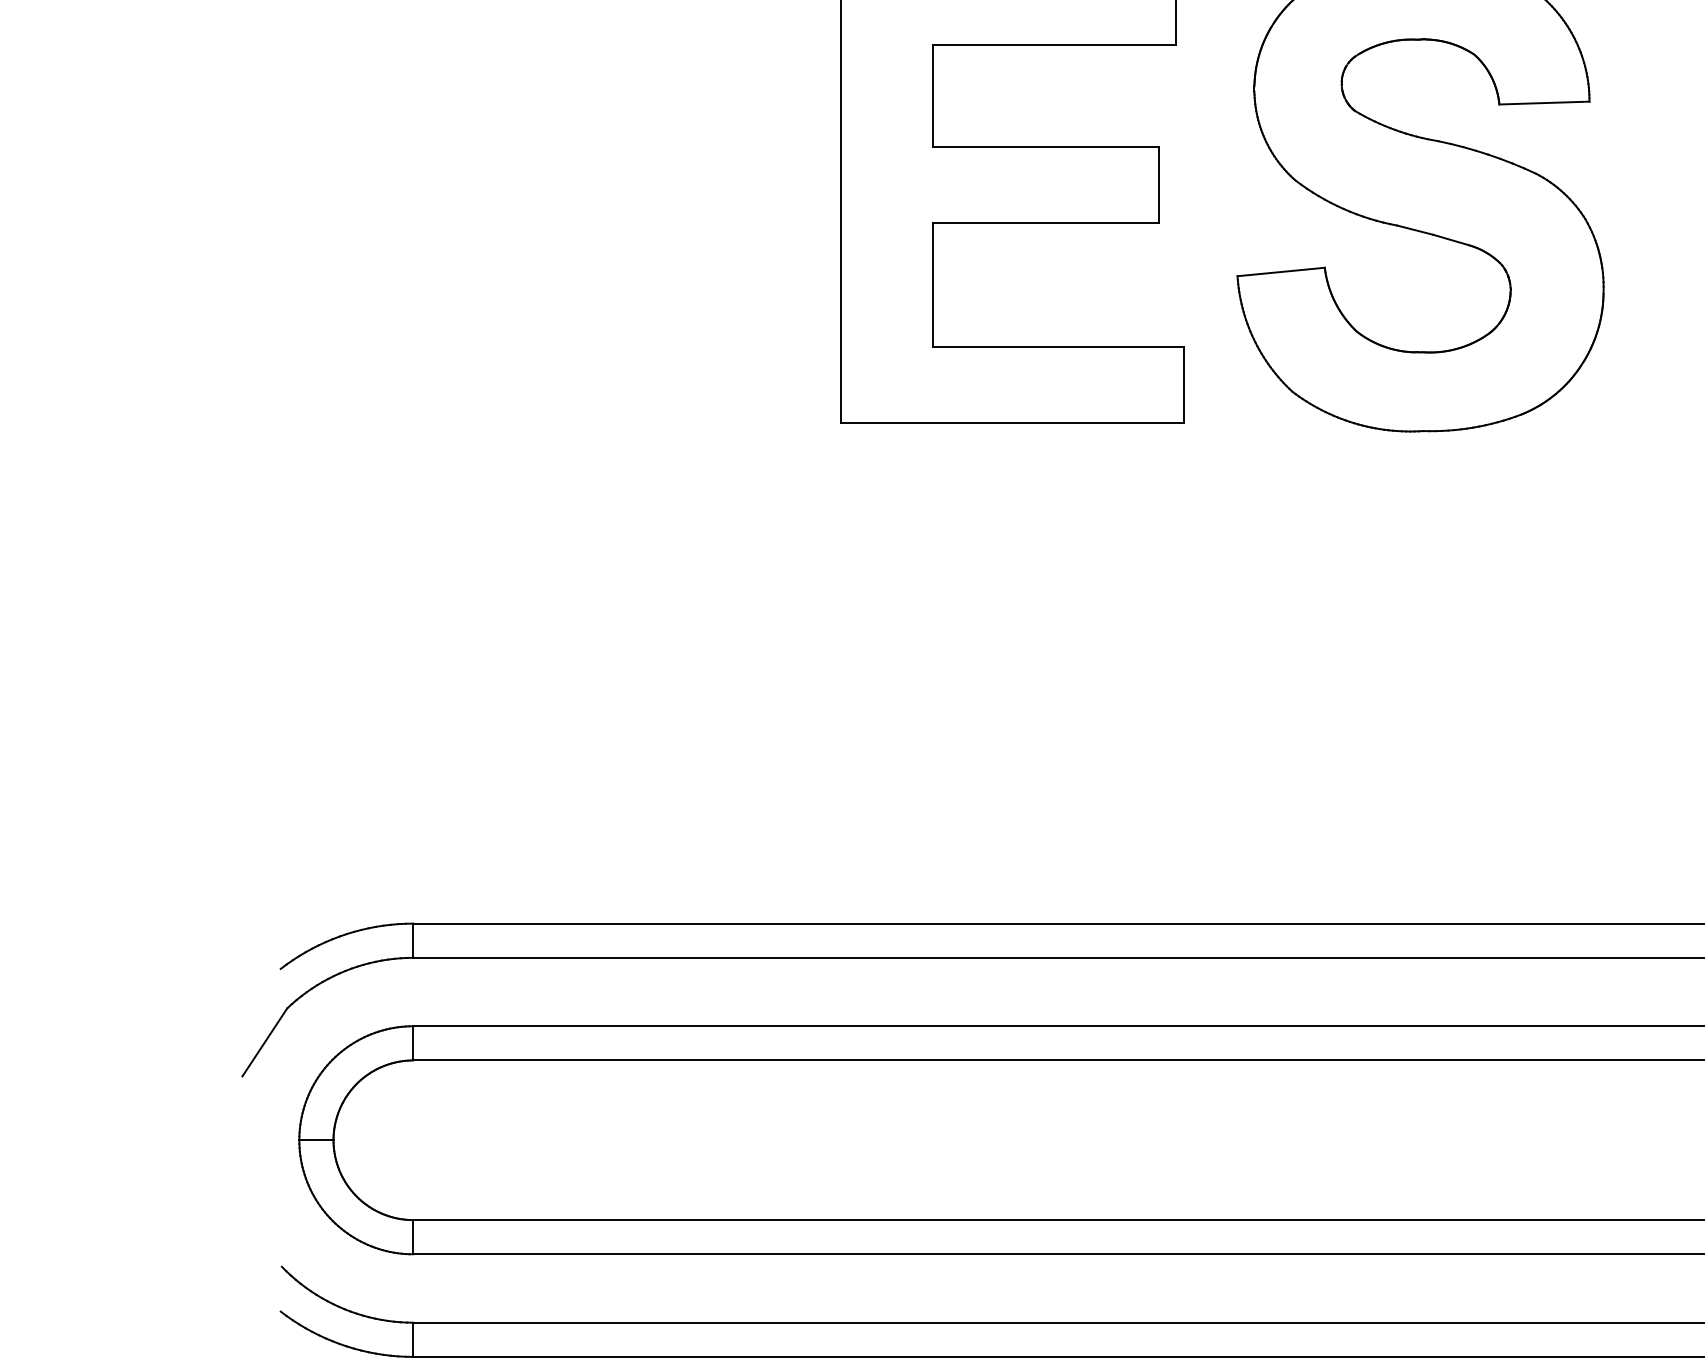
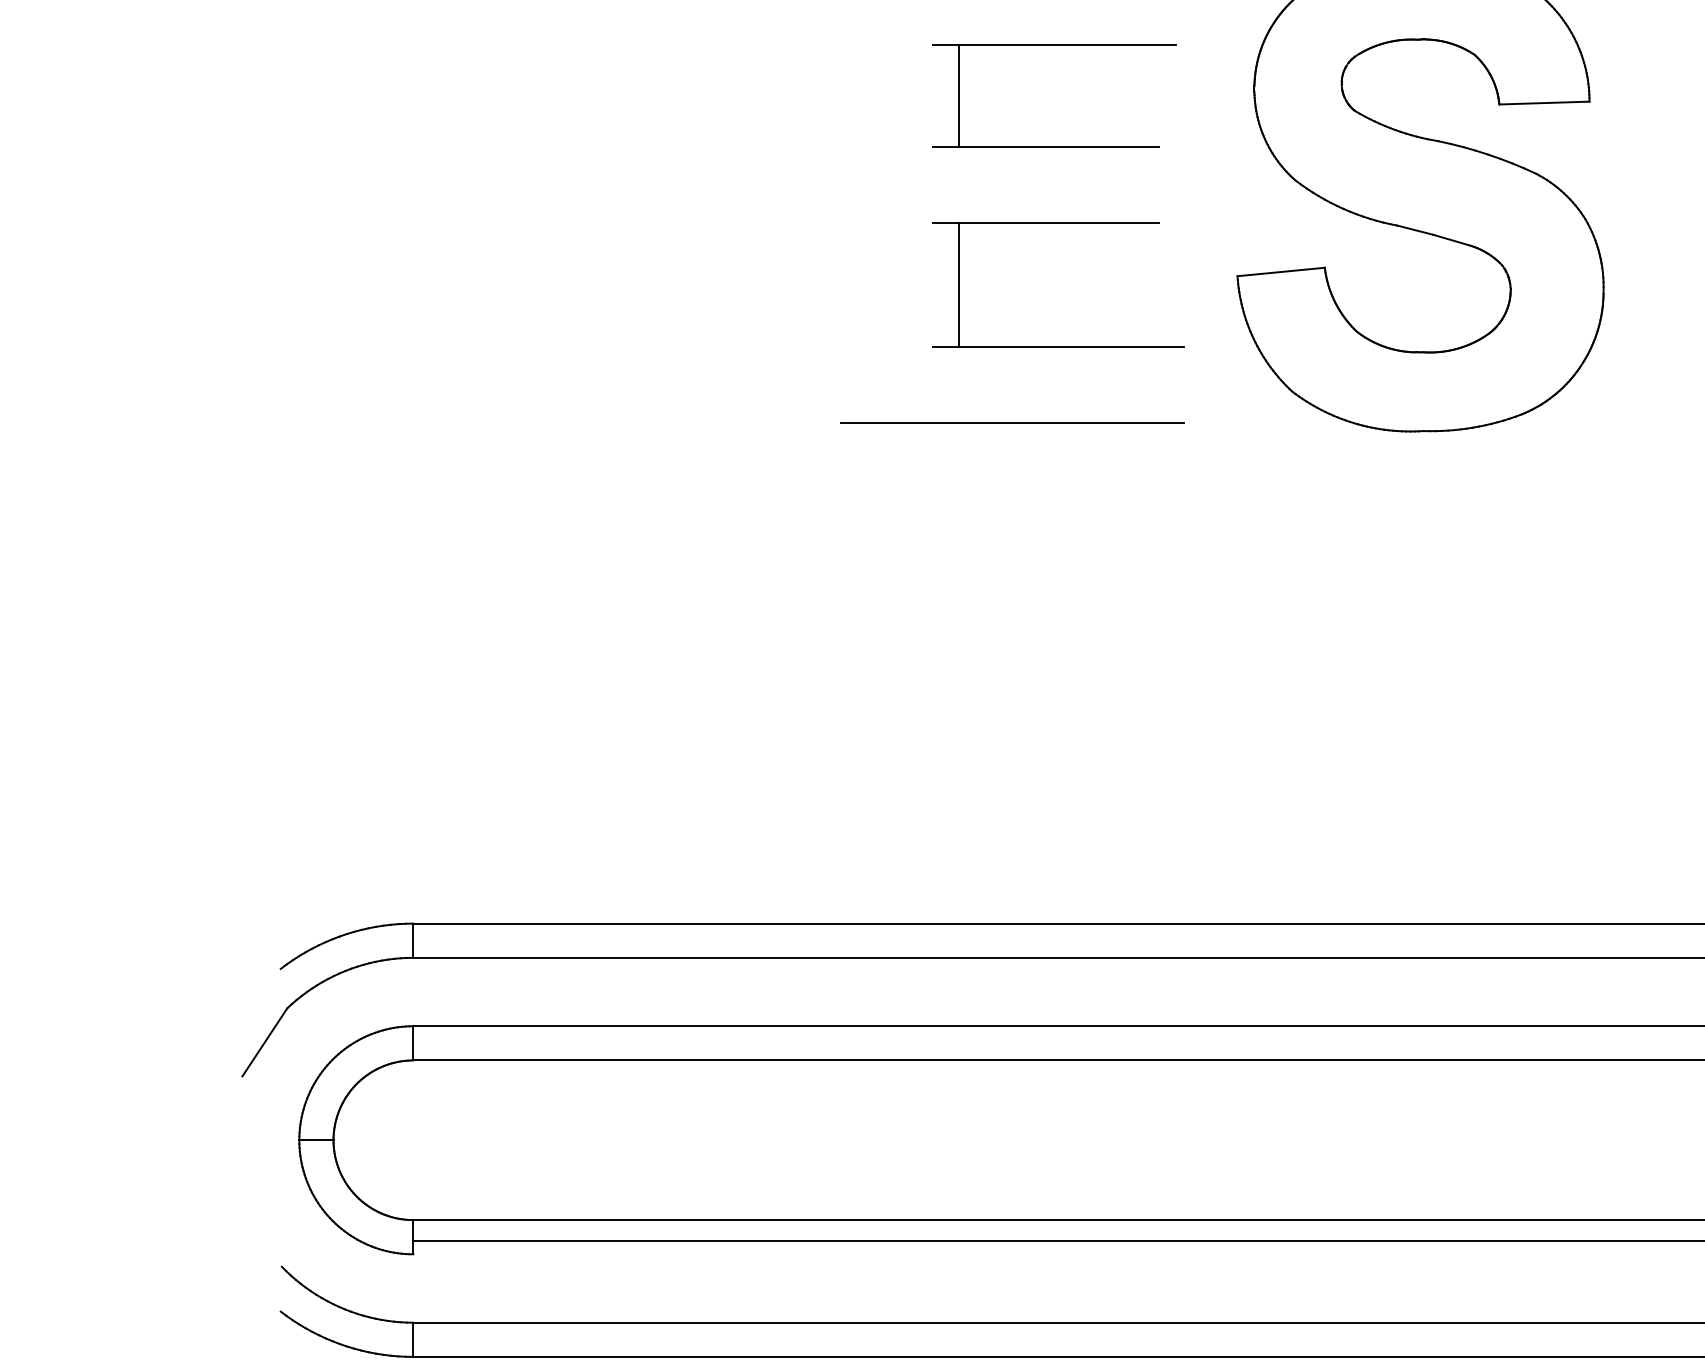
line at (1175, 23): present -> none
line at (933, 95) position: (933, 95) -> (959, 95)
line at (1158, 184): present -> none
line at (840, 212): present -> none
line at (933, 284) position: (933, 284) -> (959, 284)
line at (1184, 384): present -> none
line at (1057, 1254) position: (1057, 1254) -> (1057, 1241)
